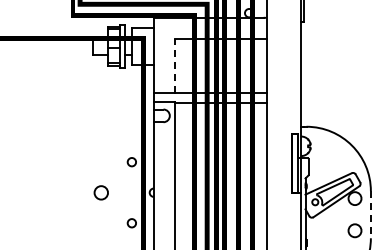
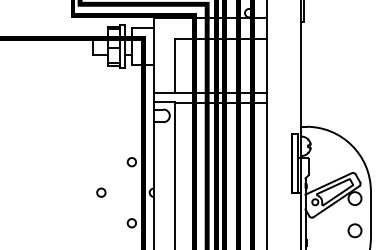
line at (174, 65): dashed -> solid
circle at (100, 192) size: 16x16 px -> 11x11 px
line at (370, 214): dashed -> solid
